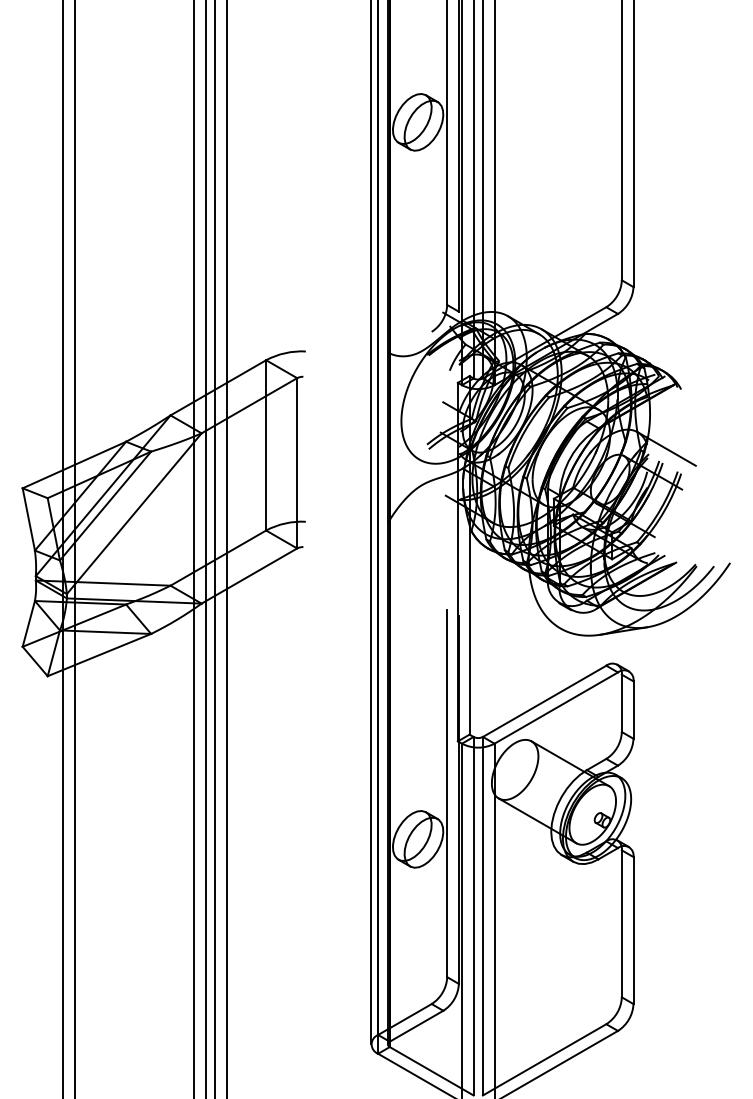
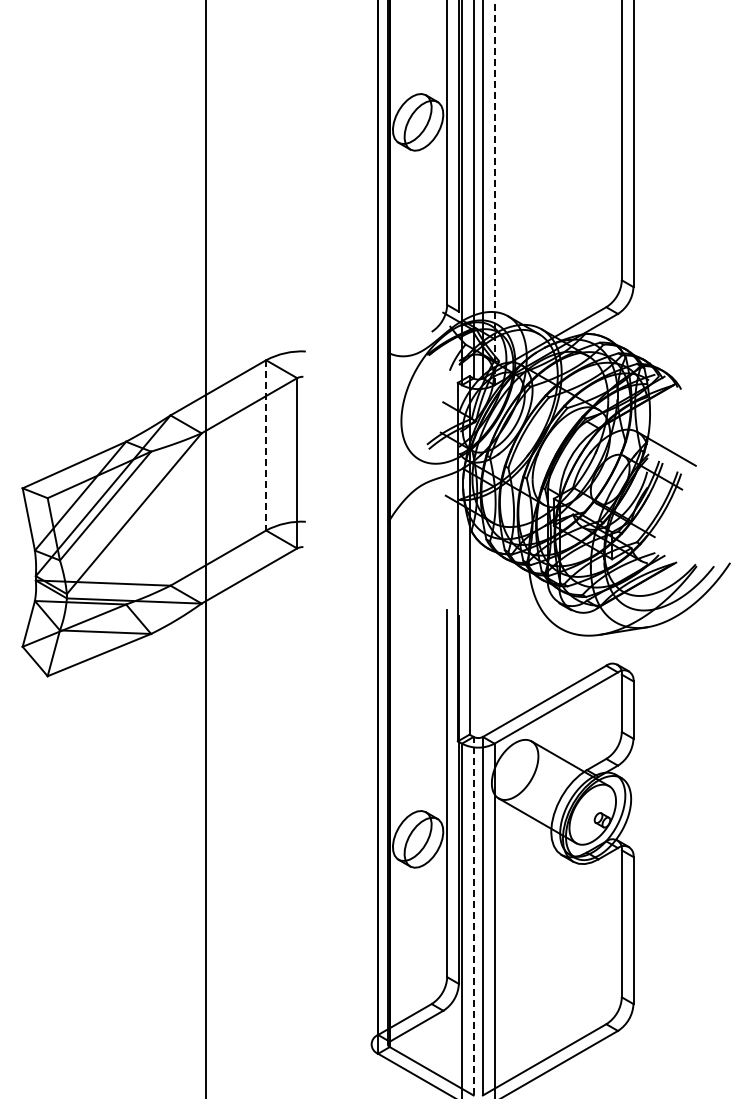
line at (494, 192): solid -> dashed
line at (266, 445): solid -> dashed
line at (371, 523): present -> none
line at (63, 548): present -> none
line at (74, 548): present -> none
line at (194, 548): present -> none
line at (215, 548): present -> none
line at (226, 548): present -> none
line at (473, 915): solid -> dashed
